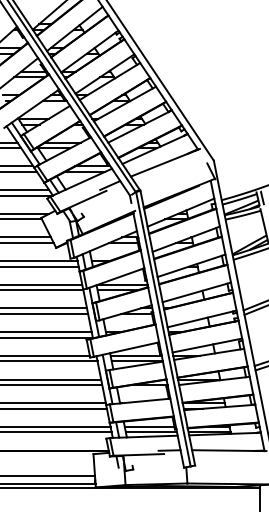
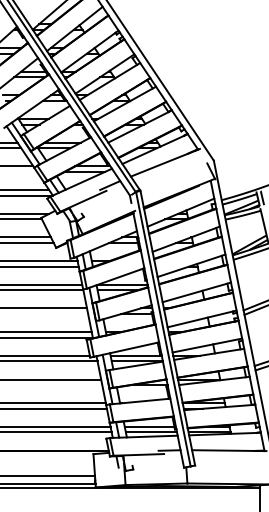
line at (19, 171): present -> none
line at (45, 314): present -> none
line at (52, 385): present -> none
